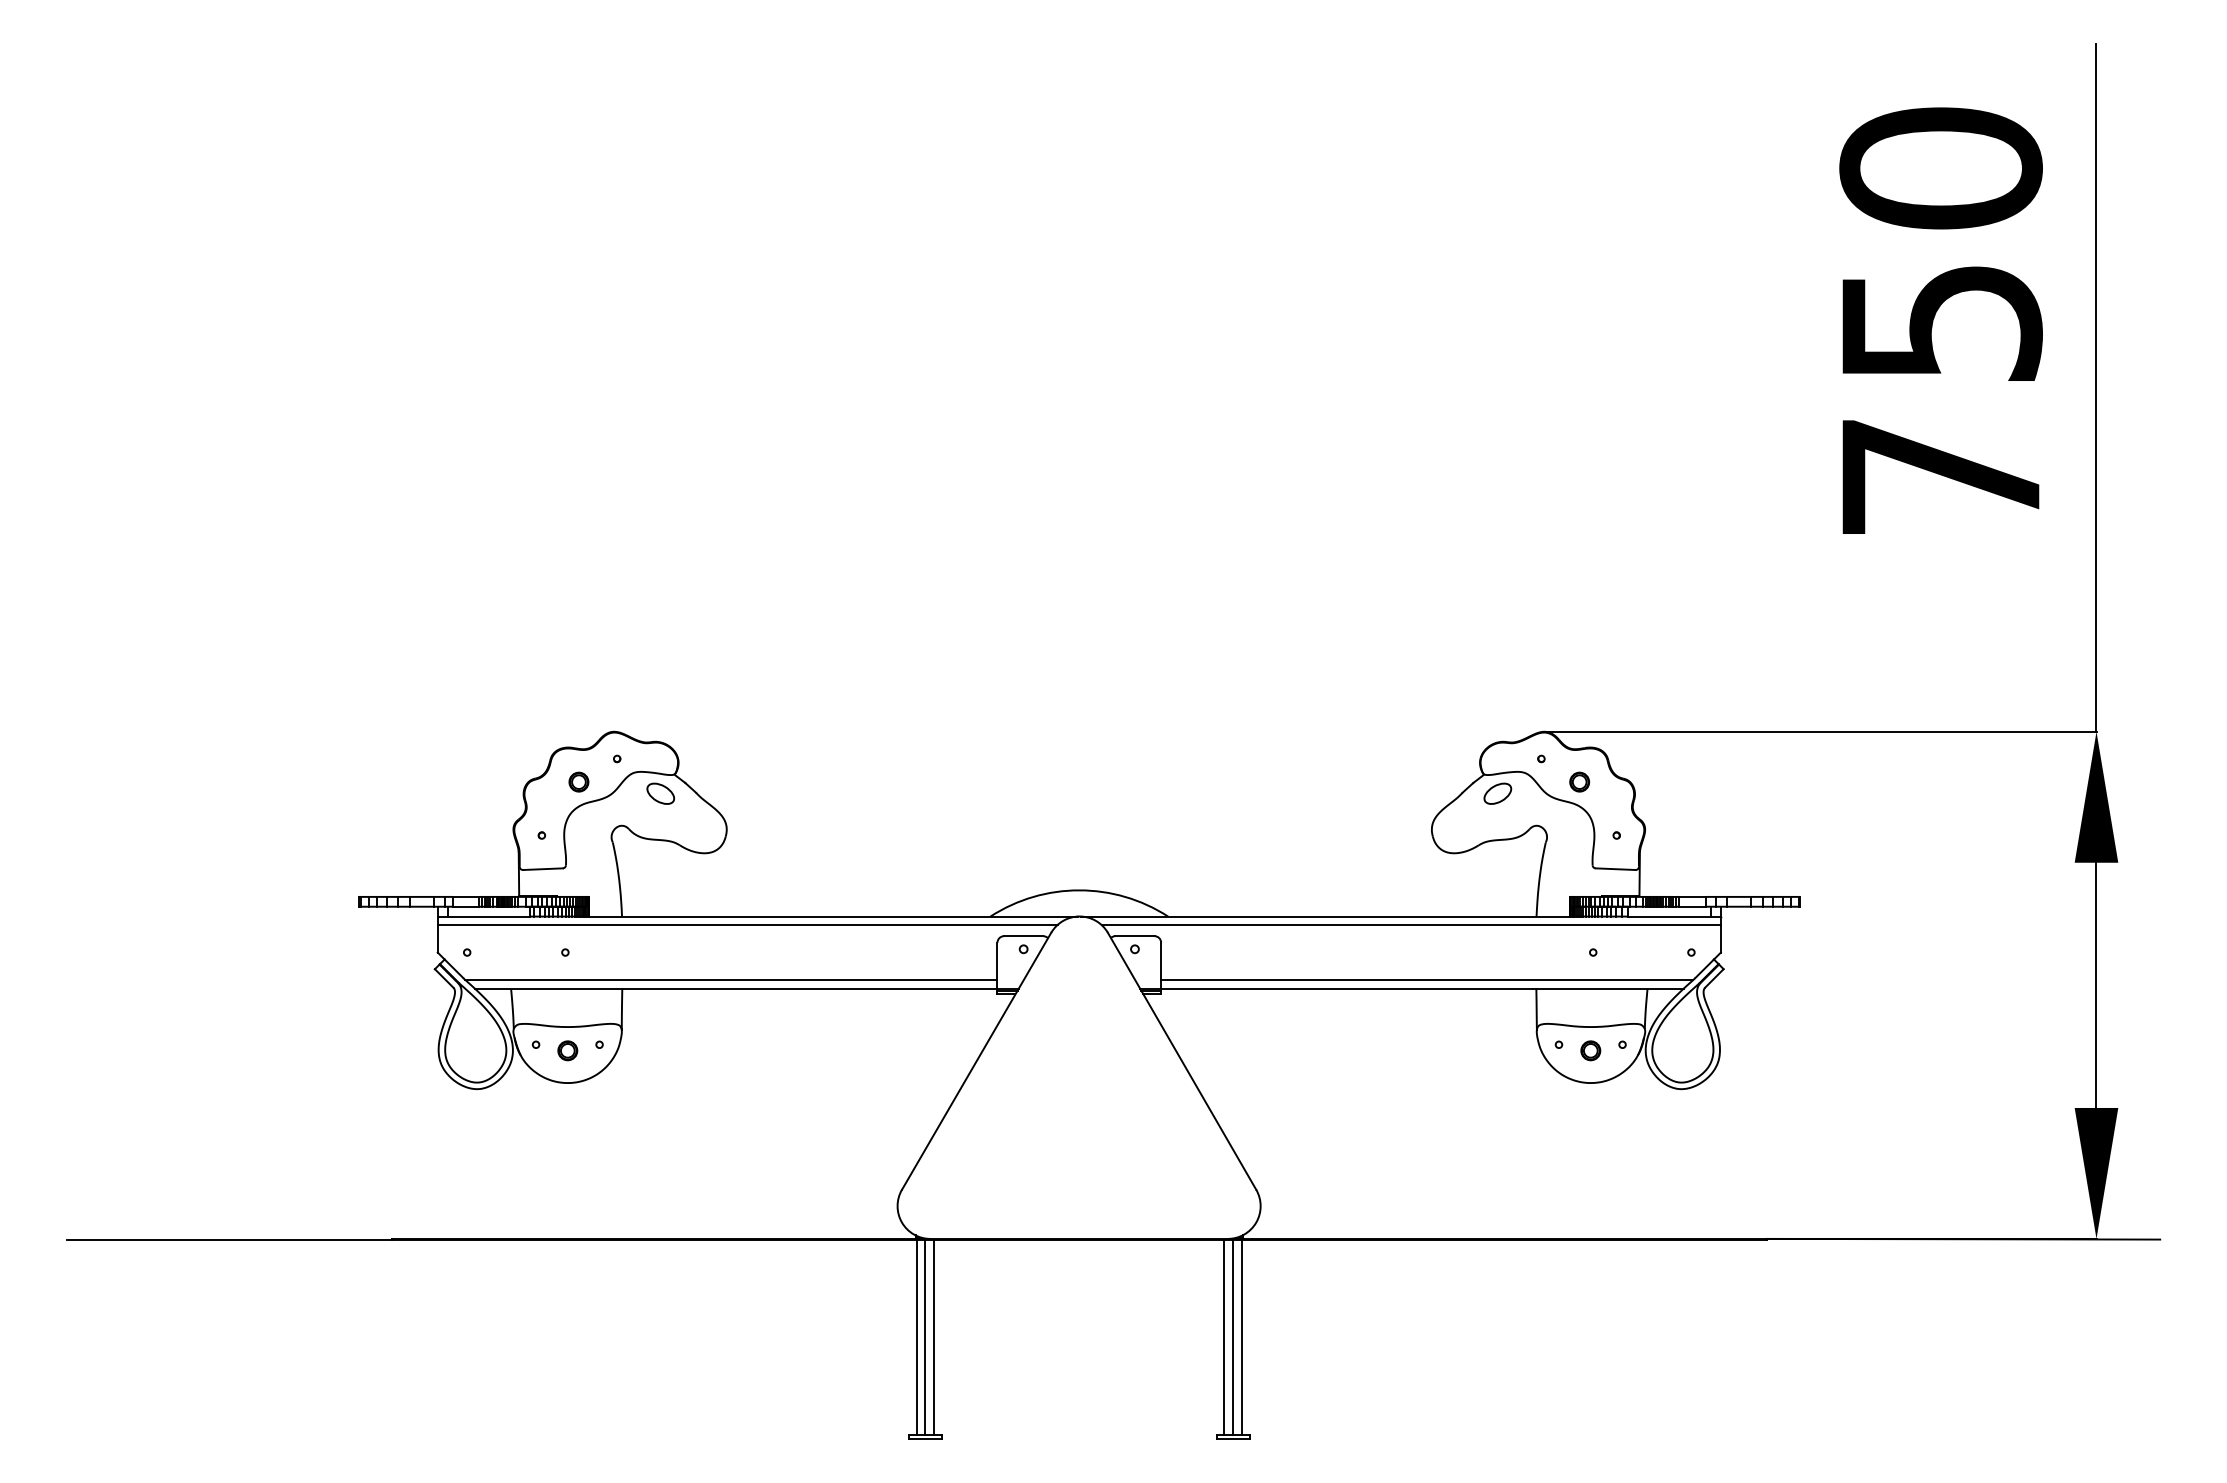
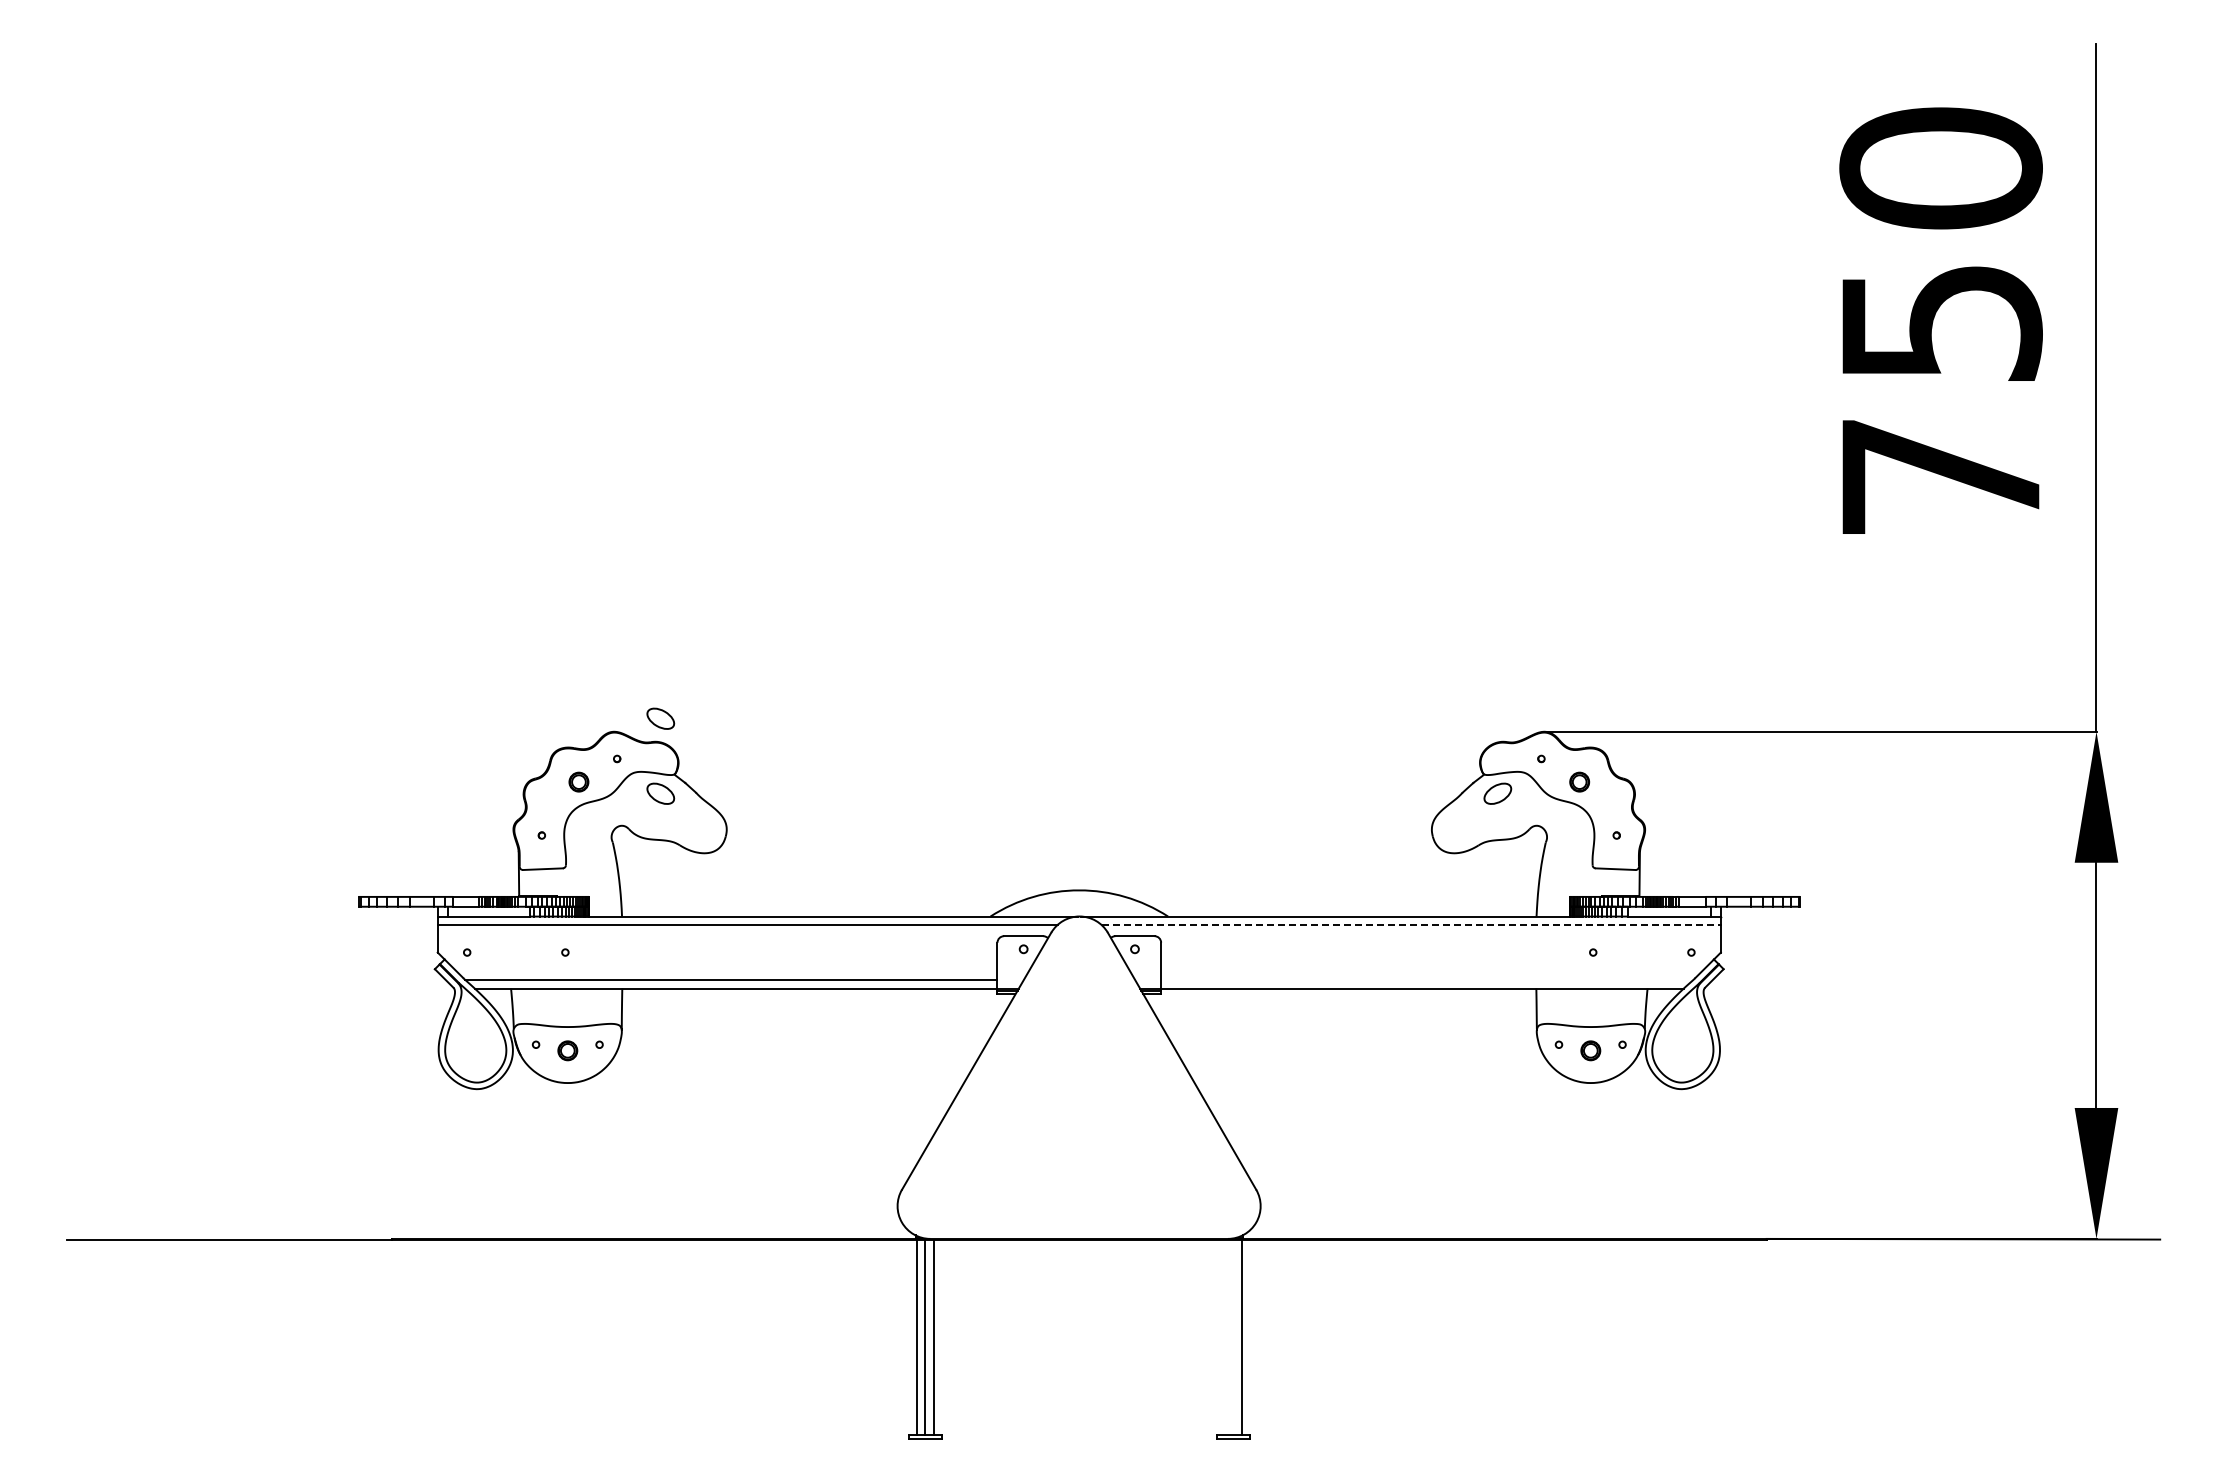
part at (660, 718): none -> present
line at (1411, 925): solid -> dashed
line at (1427, 980): present -> none
line at (1233, 1336): present -> none
line at (1224, 1337): present -> none
